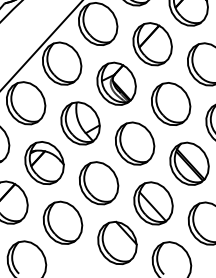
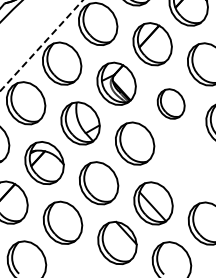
line at (41, 45): solid -> dashed
part at (171, 103) size: 41x44 px -> 30x32 px
part at (189, 163): present -> none
